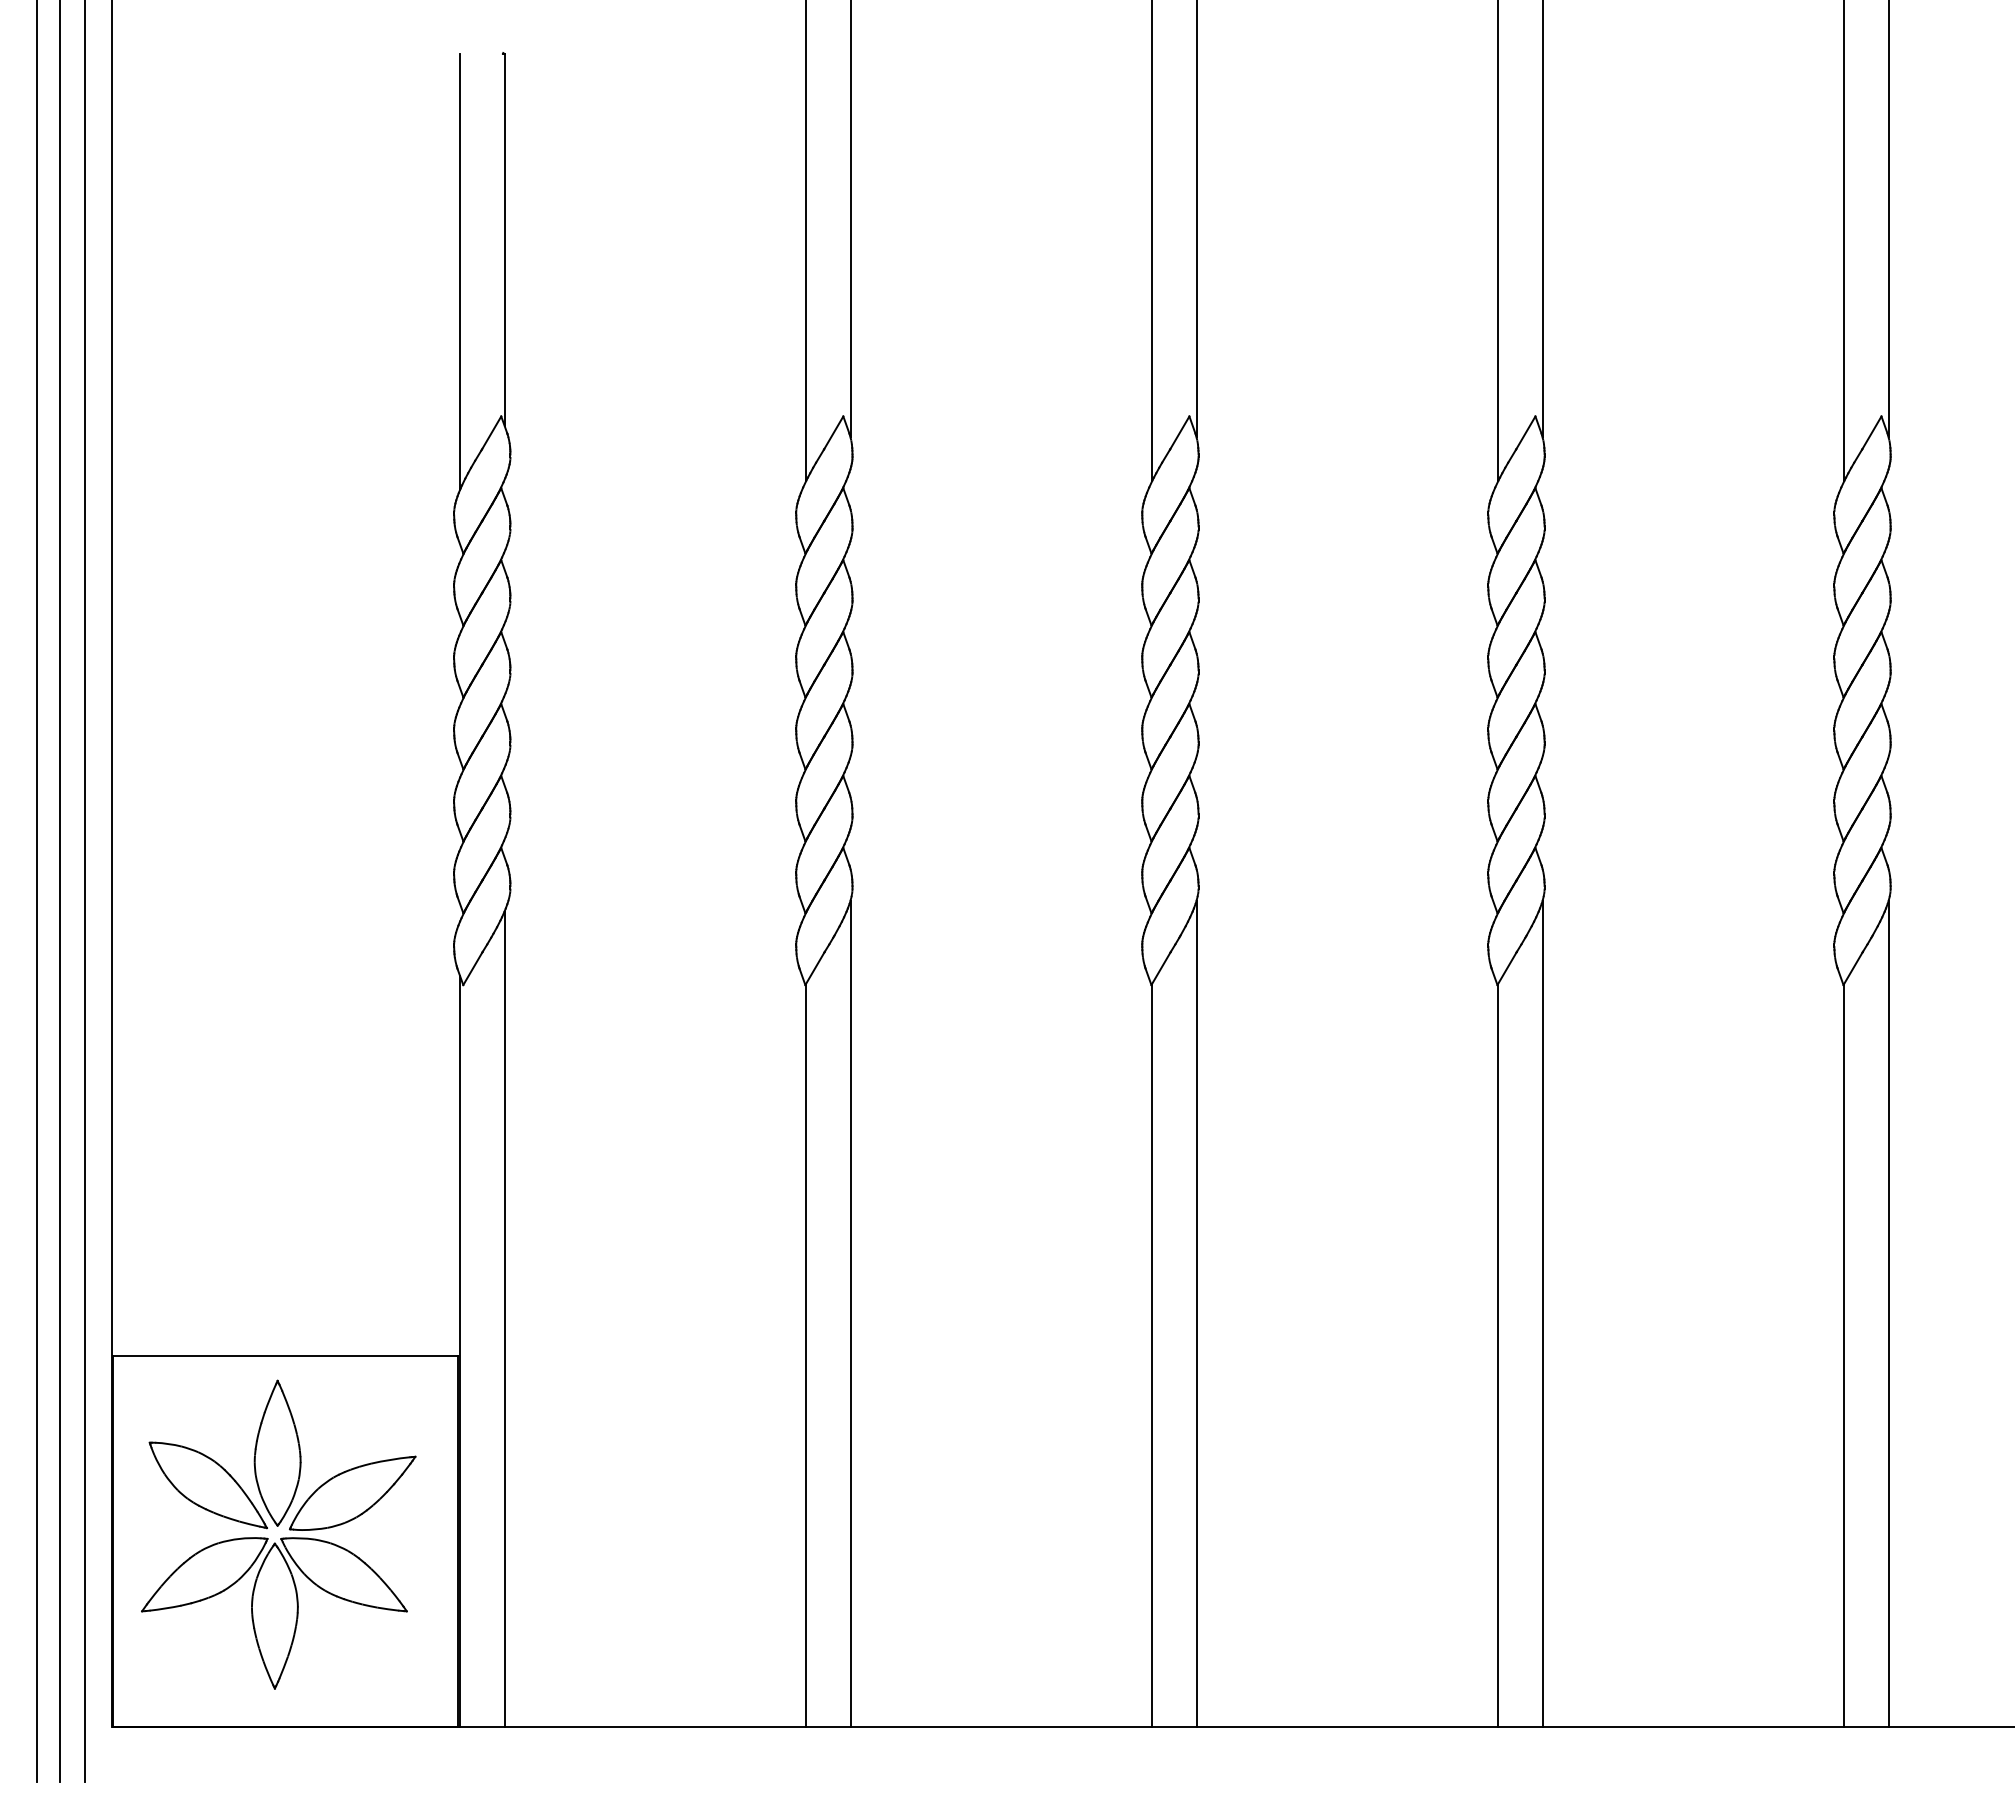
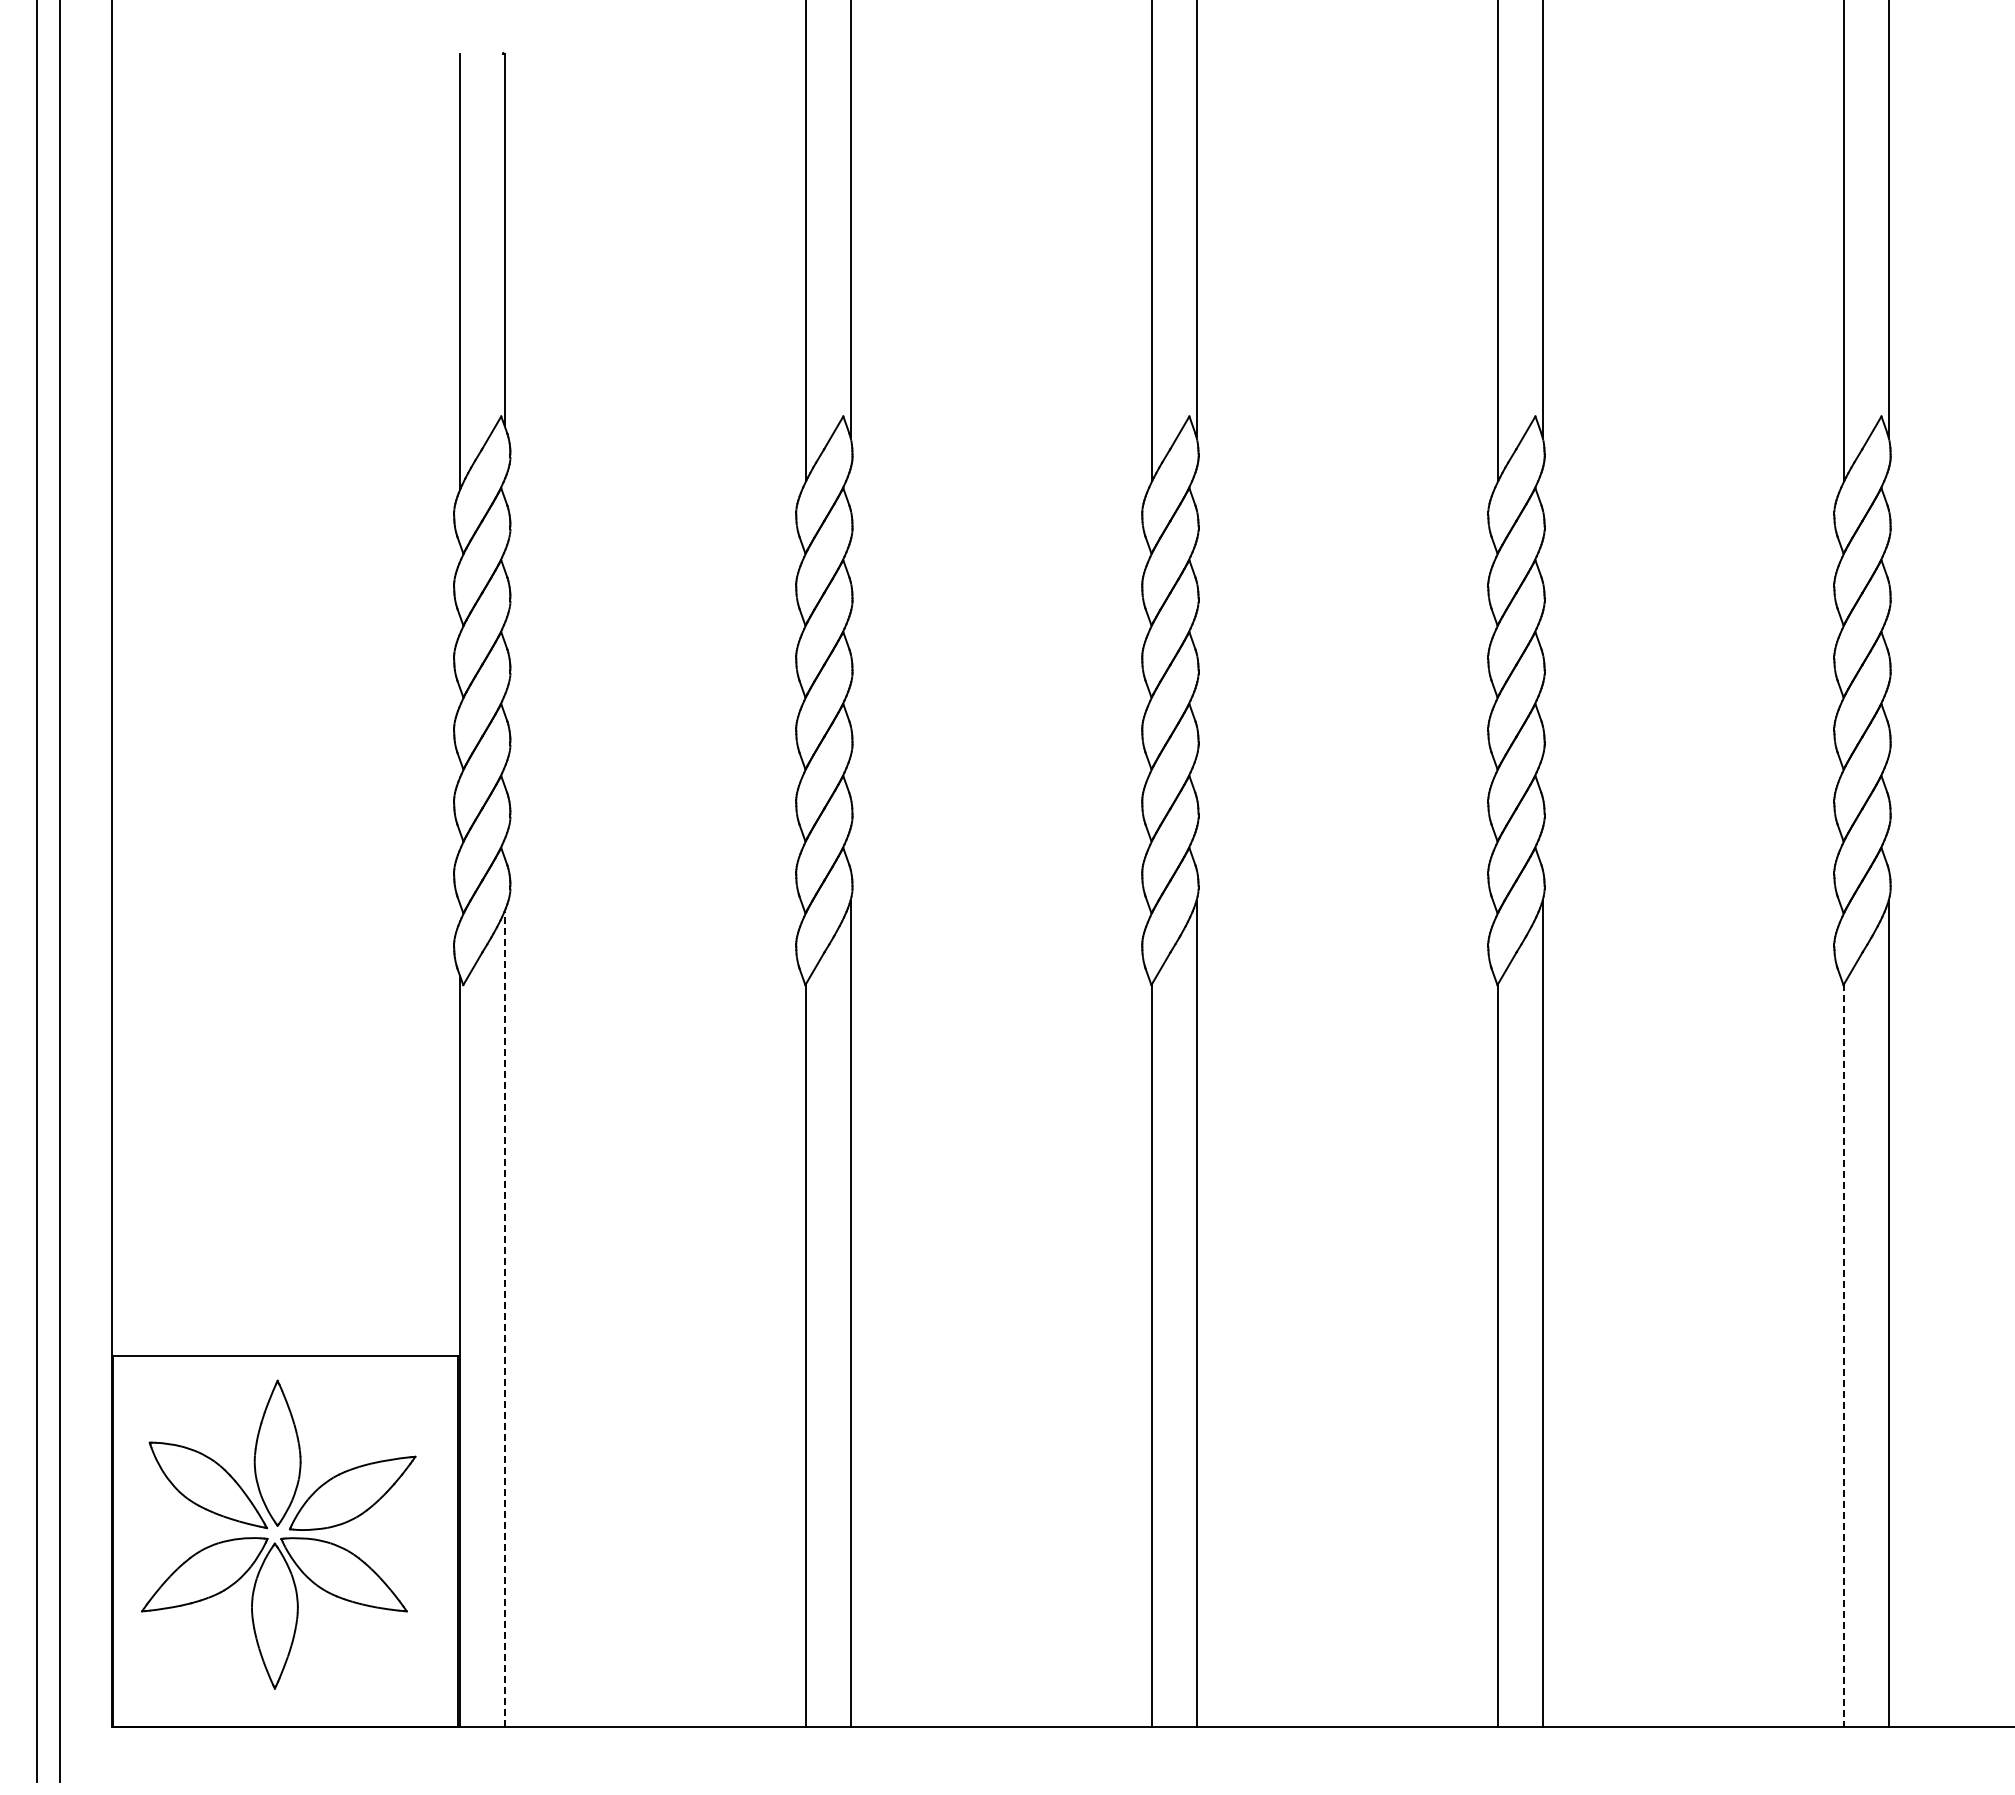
line at (84, 892): present -> none
line at (504, 1318): solid -> dashed
line at (1844, 1355): solid -> dashed
